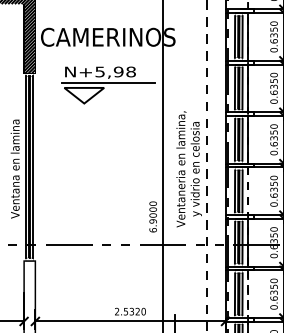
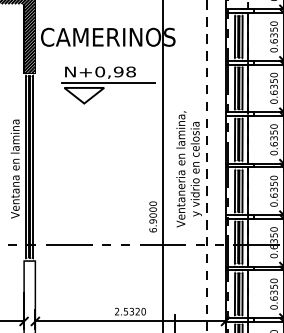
text at (100, 71): N+5,98 -> N+0,98
line at (248, 191): dashed -> solid
line at (248, 294): dashed -> solid
